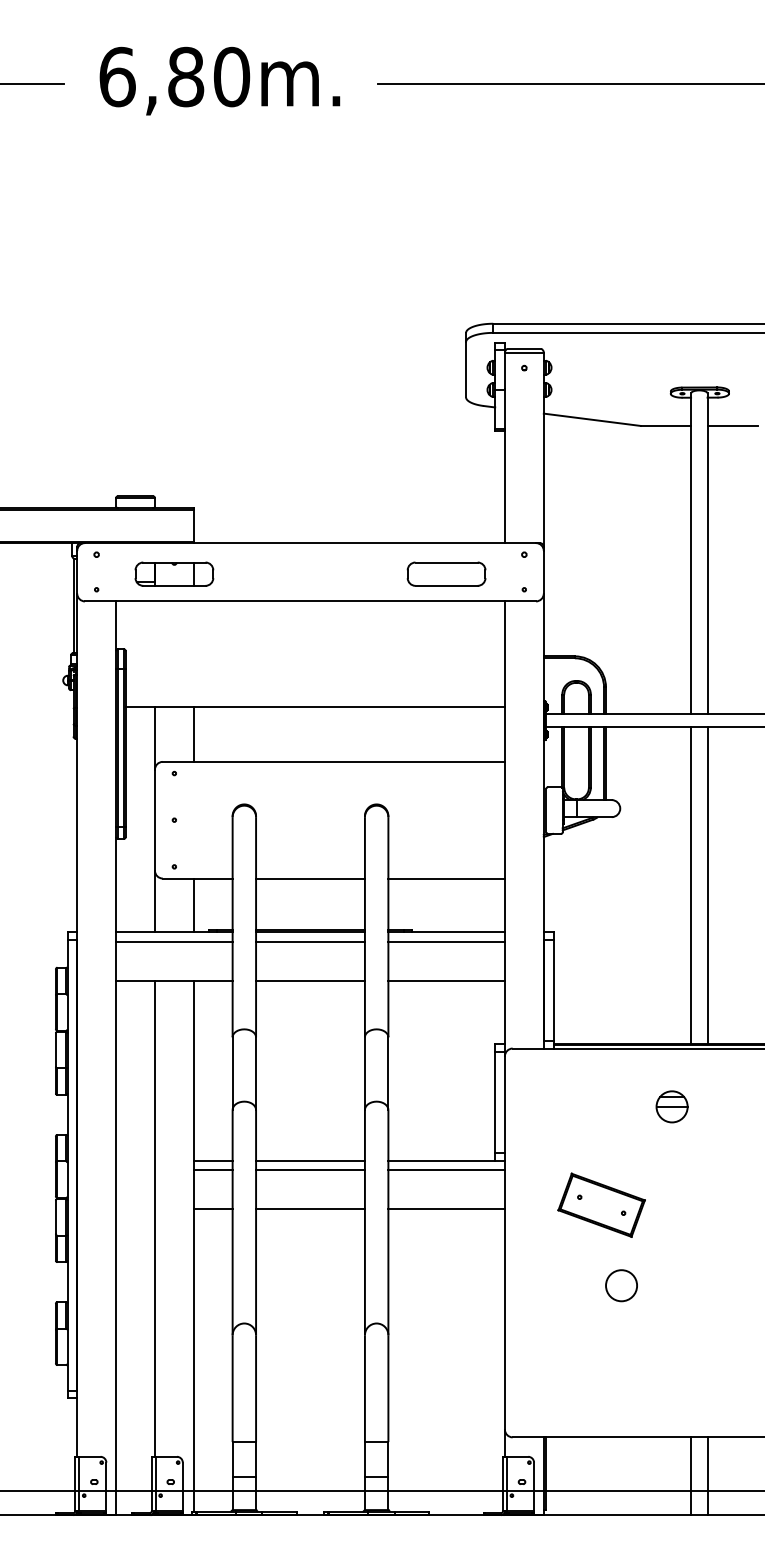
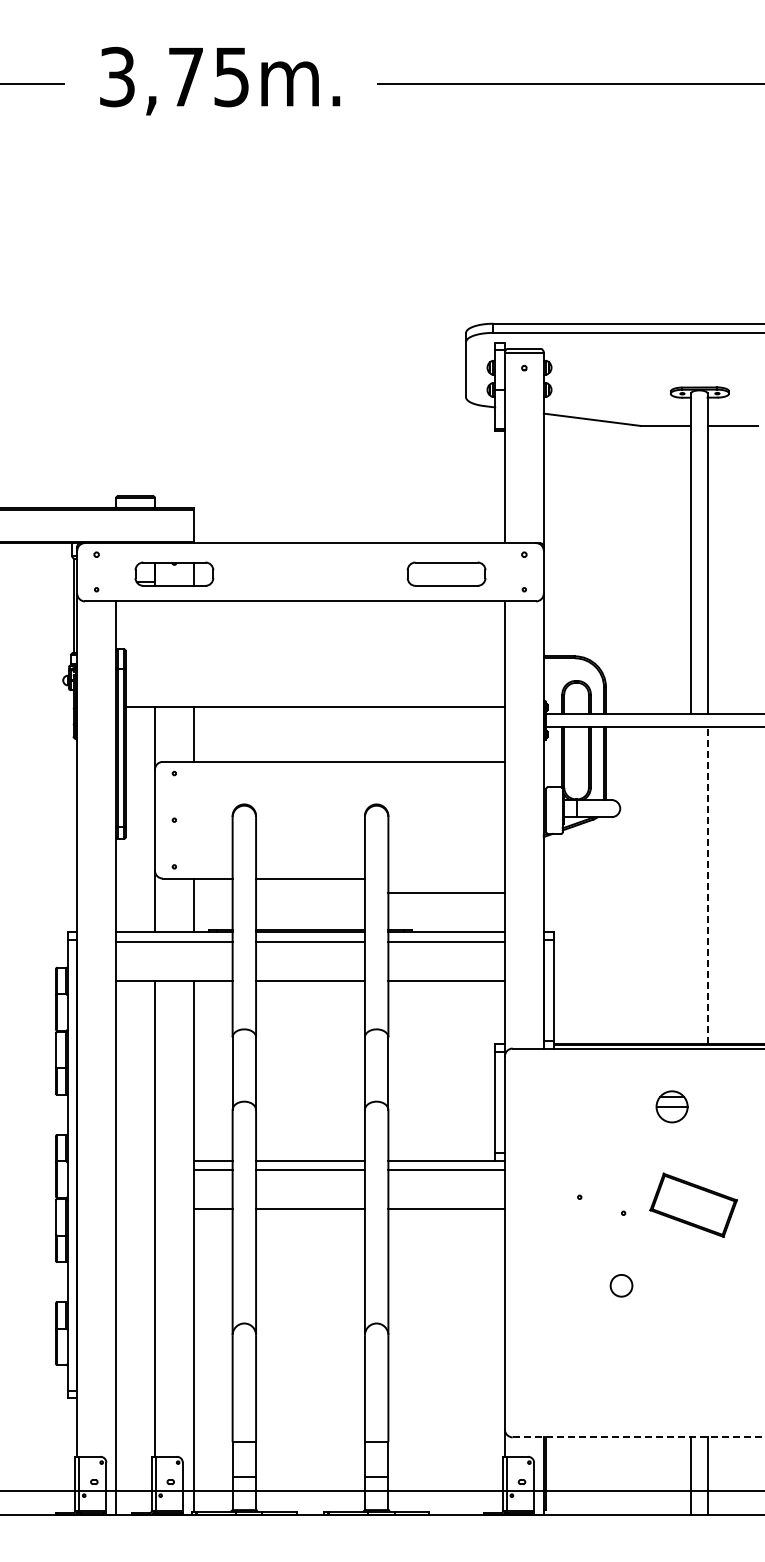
text at (174, 76): 6,80m. -> 3,75m.
line at (446, 878) position: (446, 878) -> (446, 892)
line at (691, 885): present -> none
line at (707, 885): solid -> dashed
part at (601, 1204) position: (601, 1204) -> (693, 1204)
circle at (621, 1285) size: 33x34 px -> 25x24 px
line at (638, 1437): solid -> dashed
